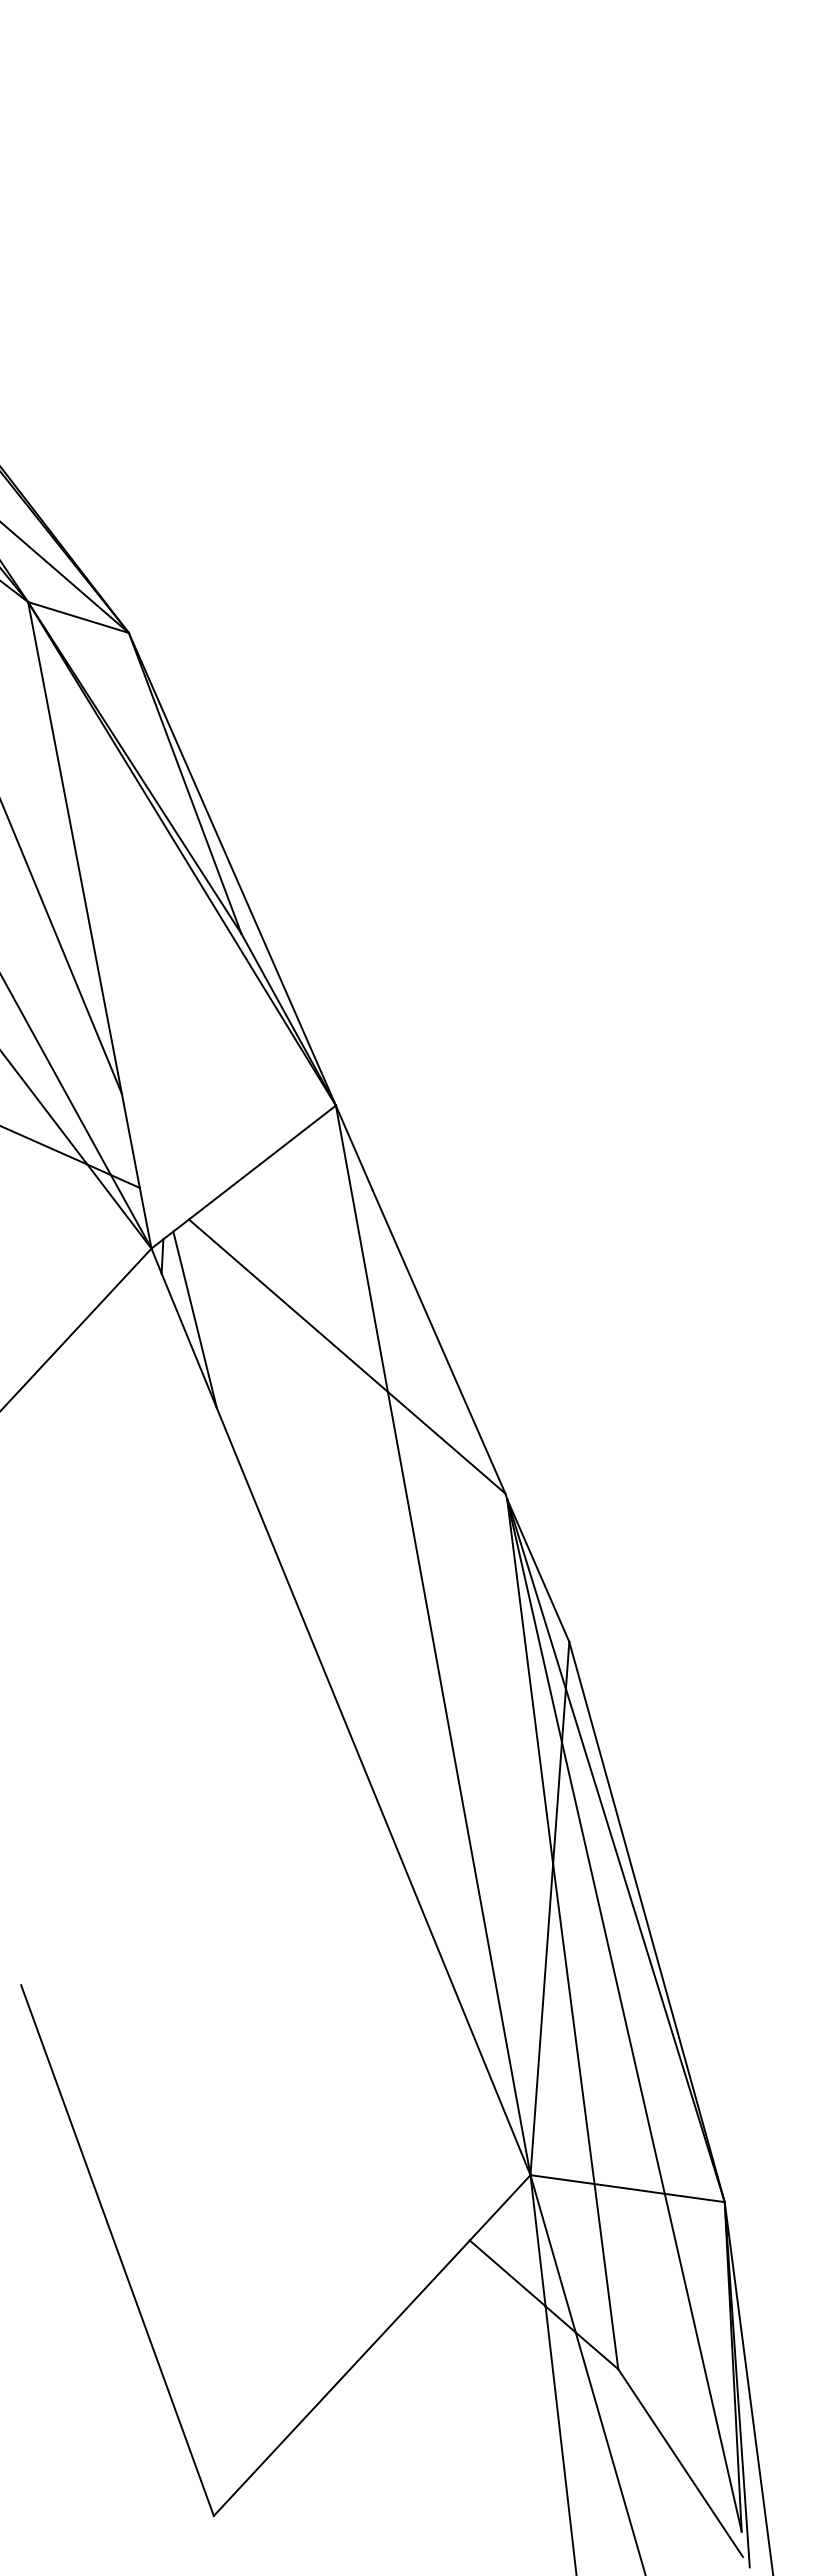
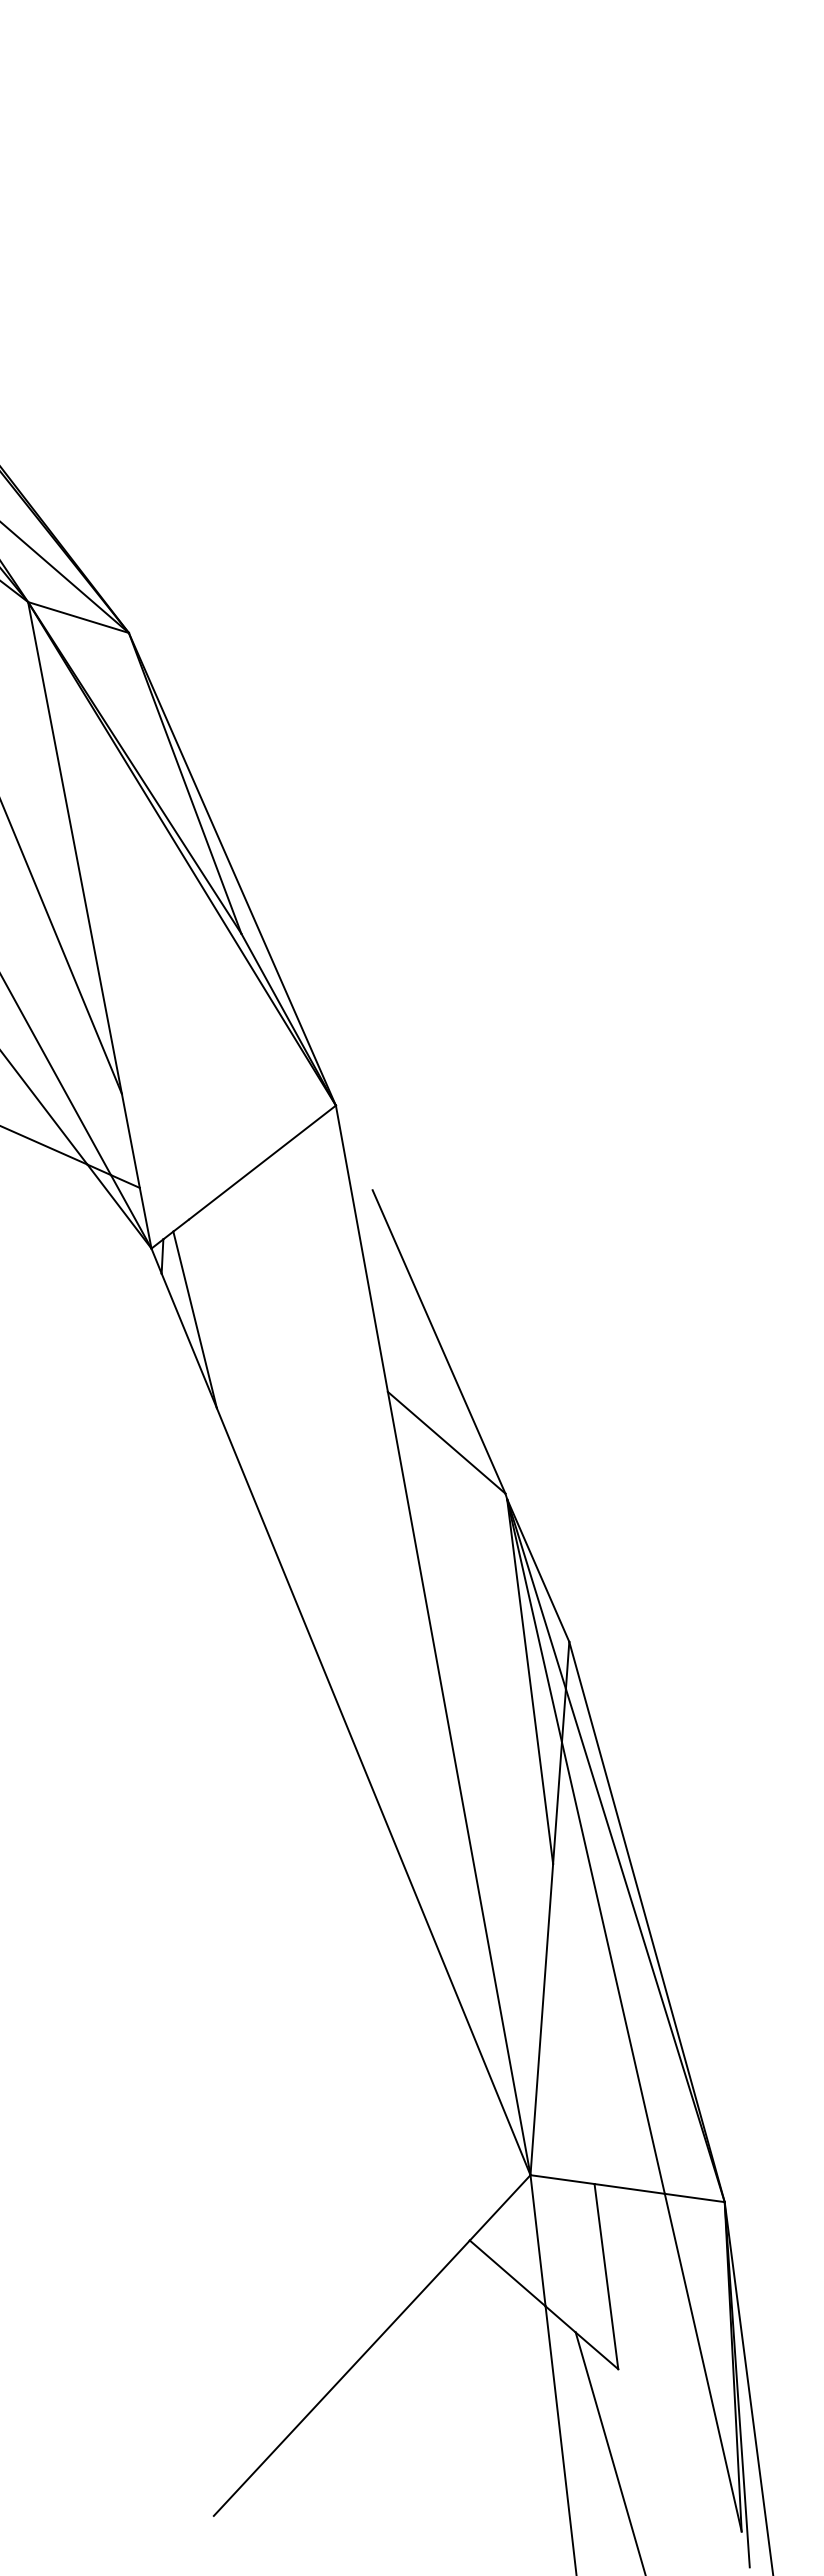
line at (353, 1147): present -> none
line at (287, 1305): present -> none
line at (76, 1328): present -> none
line at (573, 2024): present -> none
line at (117, 2250): present -> none
line at (552, 2253): present -> none
line at (680, 2463): present -> none
